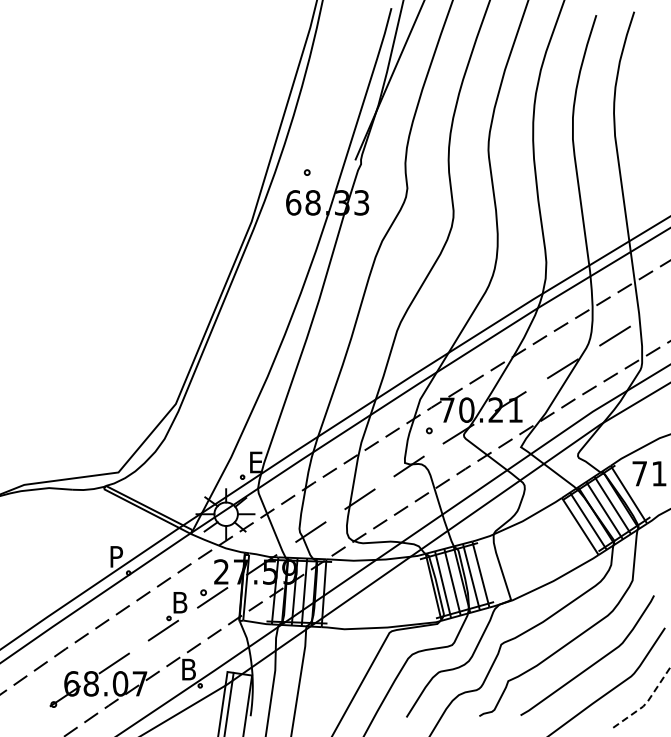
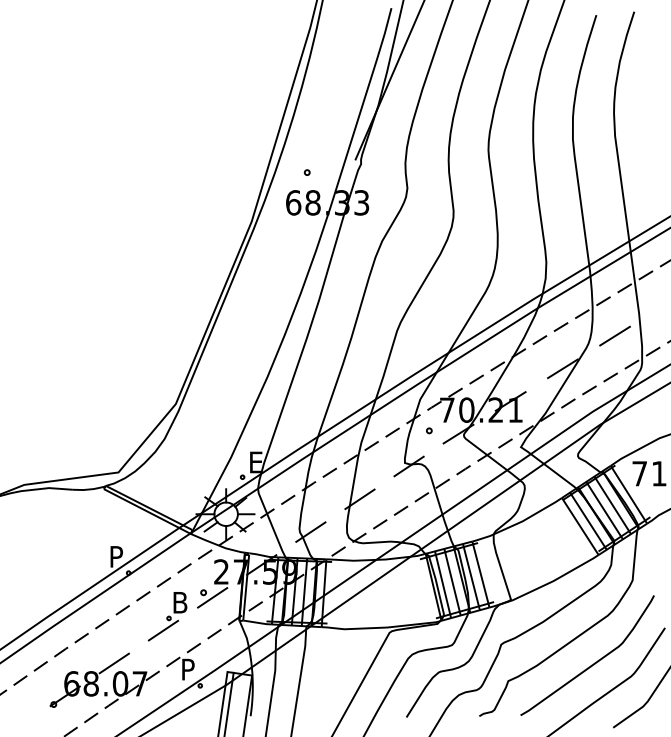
text at (189, 669): B -> P
line at (646, 702): dashed -> solid
